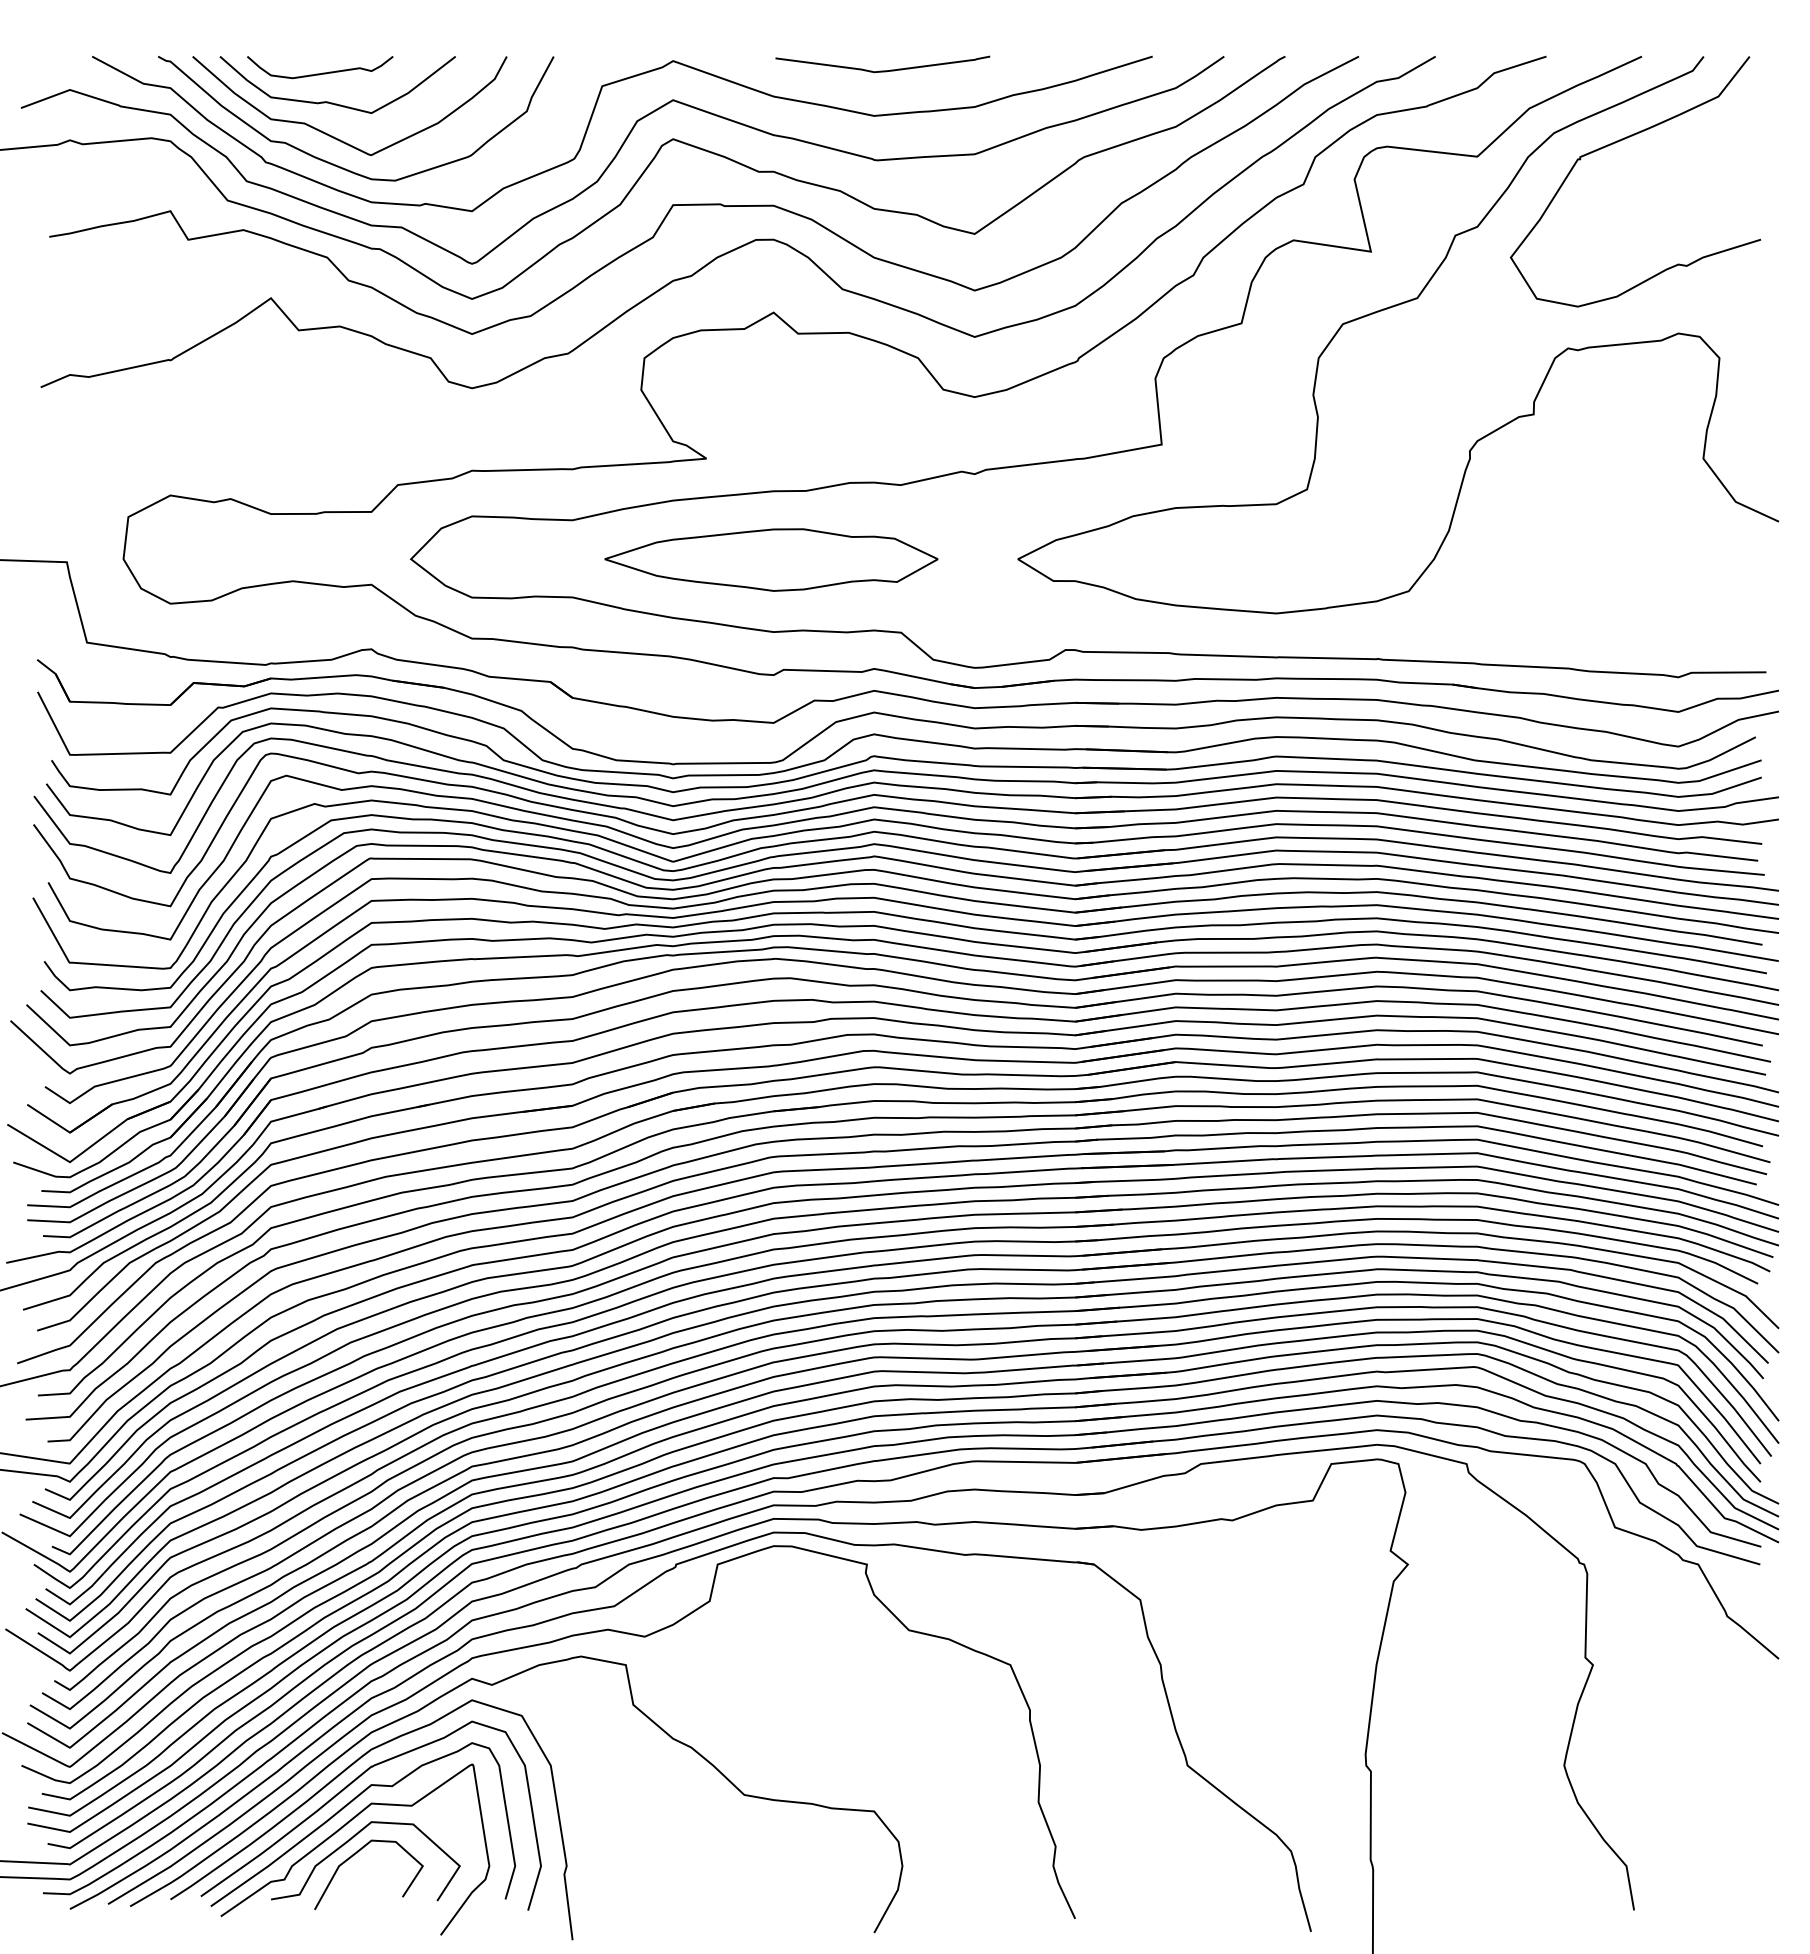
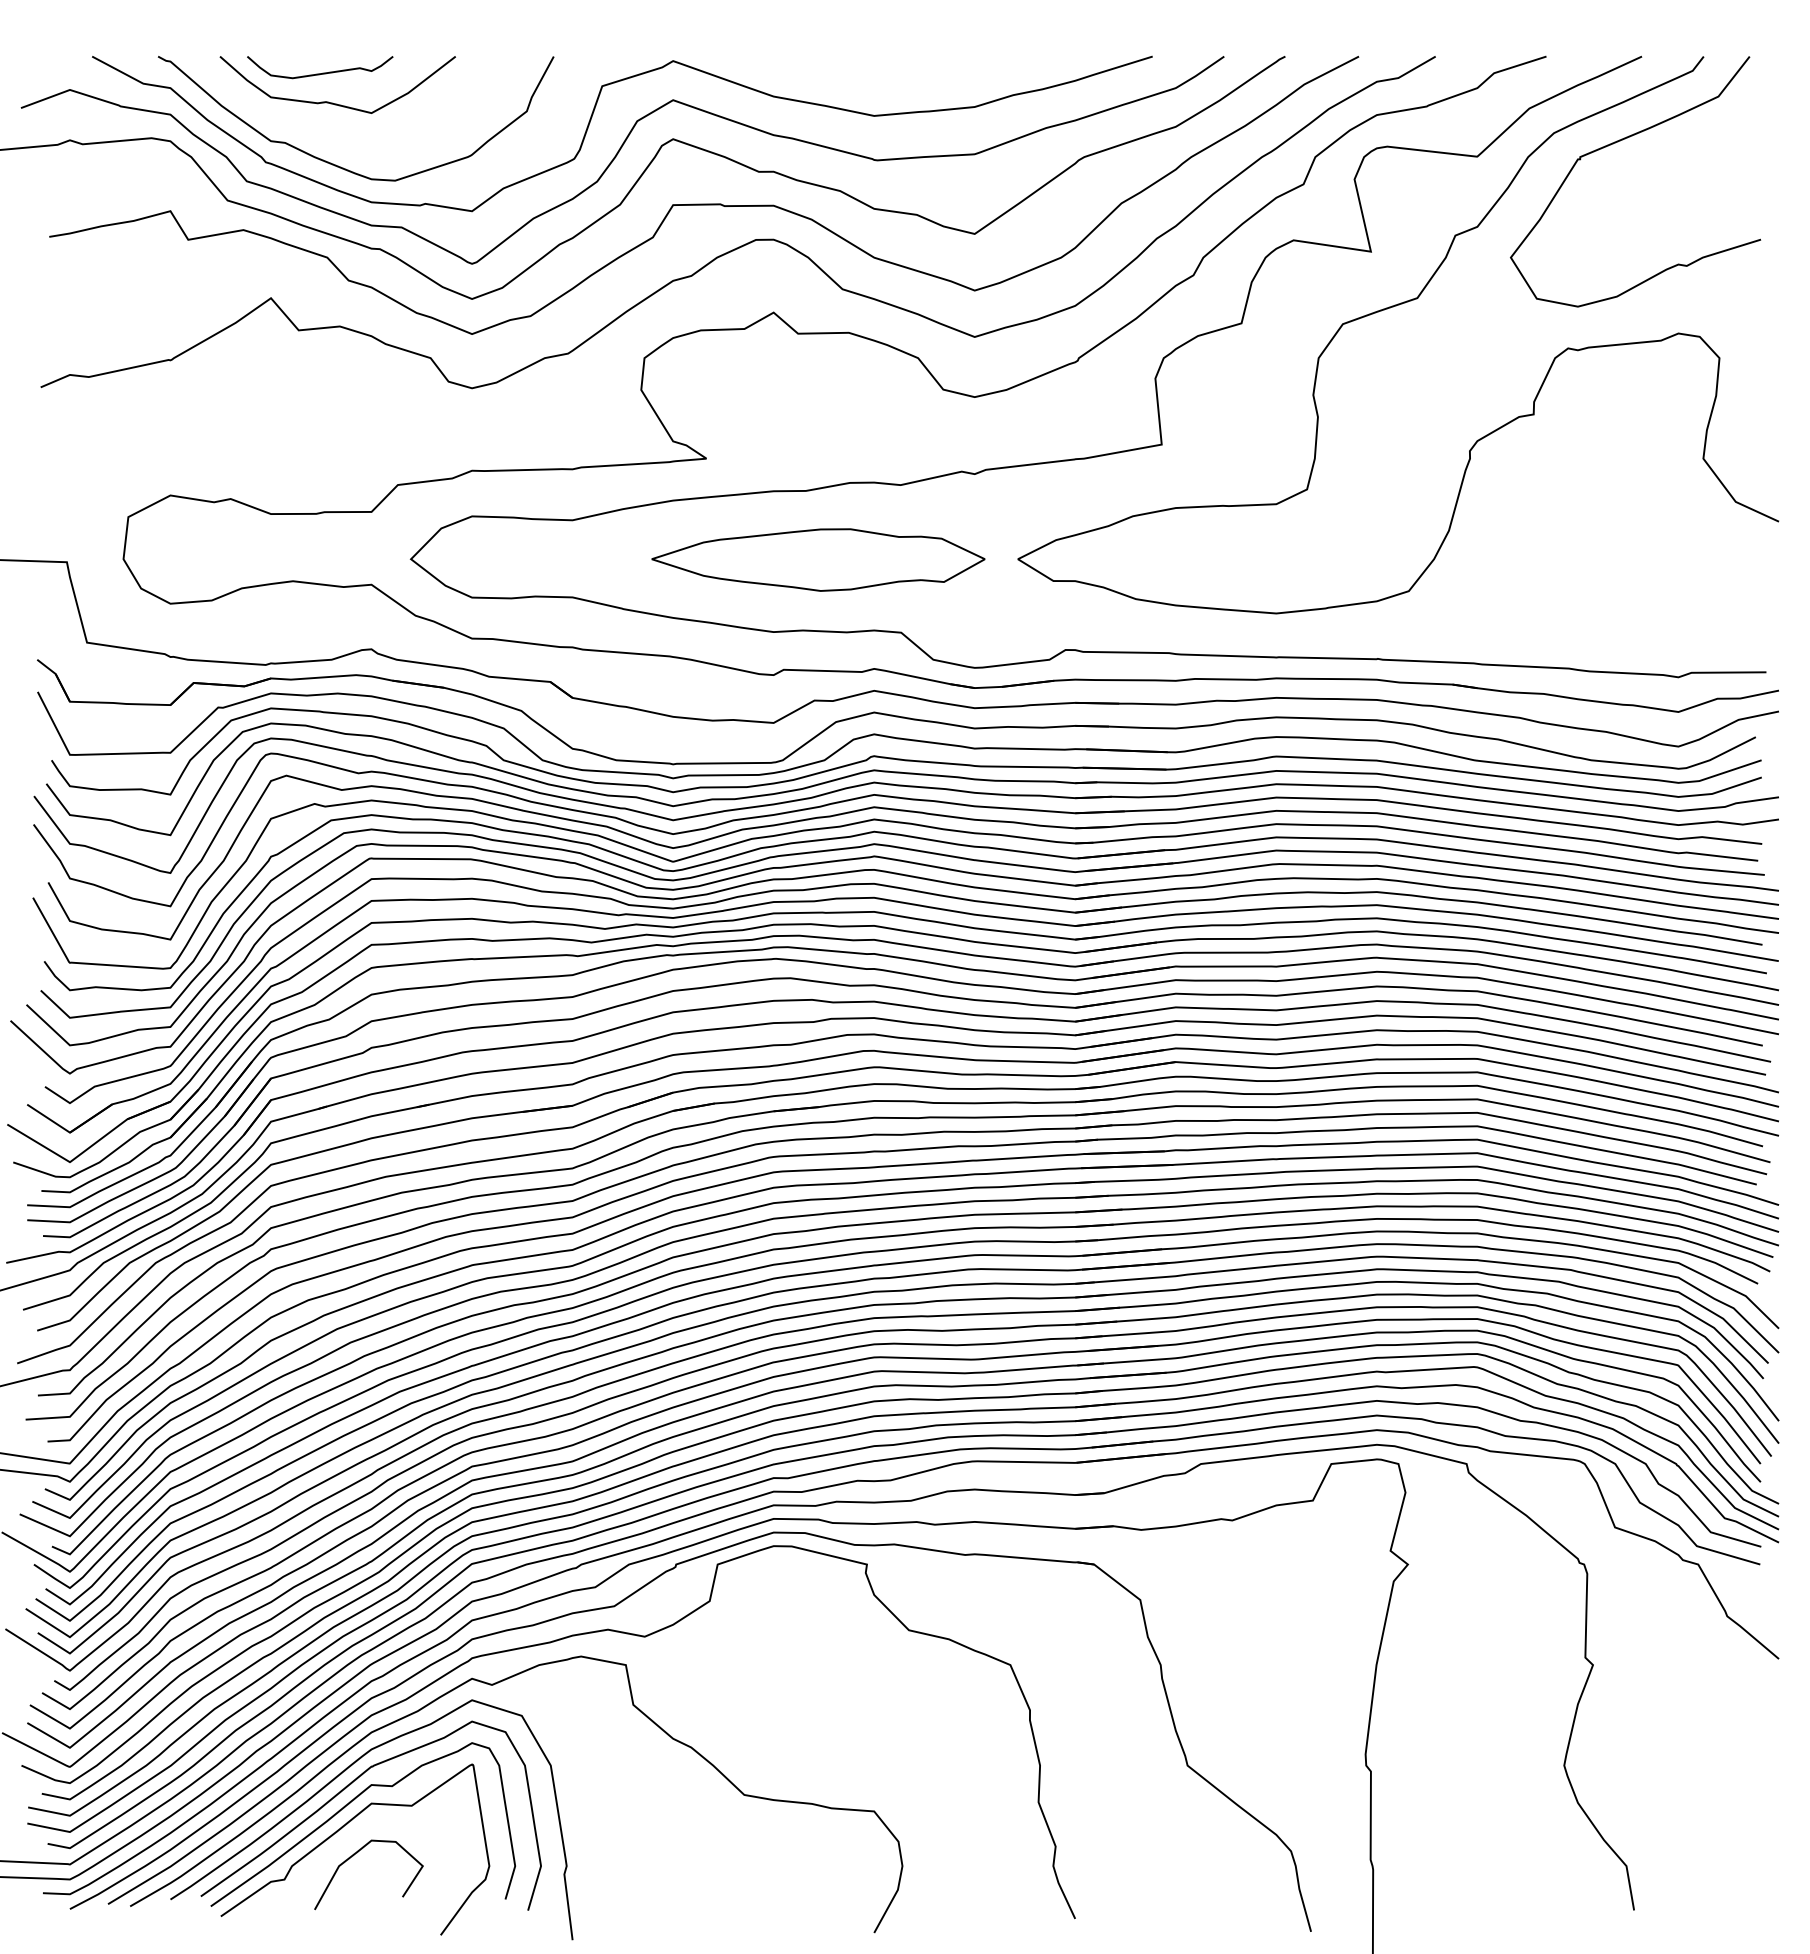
curve at (882, 70): present -> none
curve at (334, 136): present -> none
part at (771, 559) position: (771, 559) -> (818, 559)
curve at (349, 1841): present -> none
